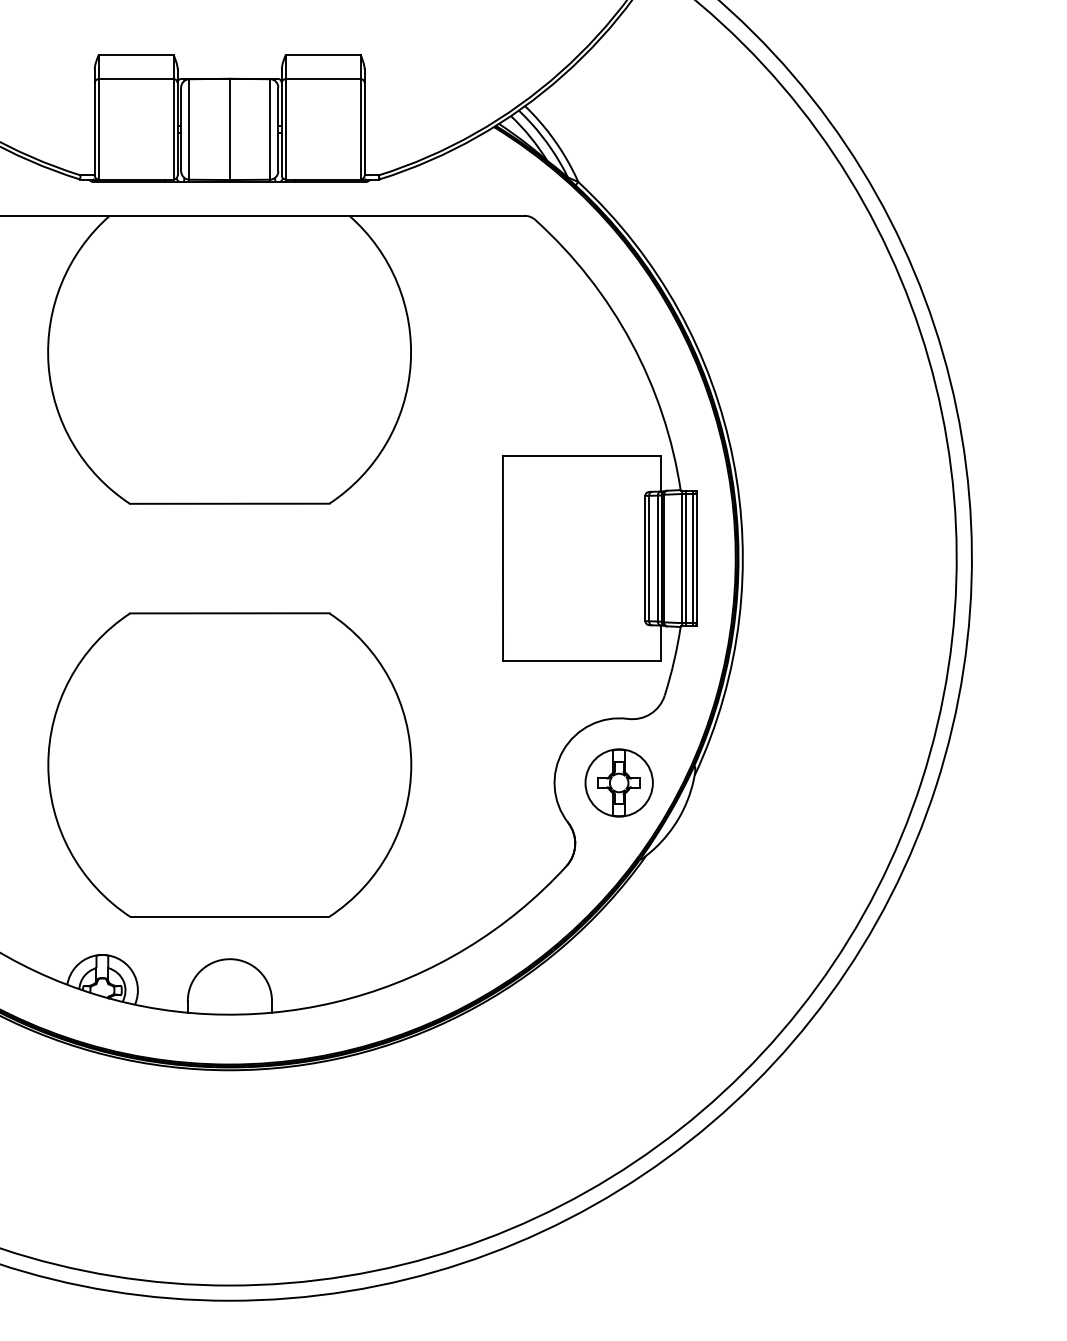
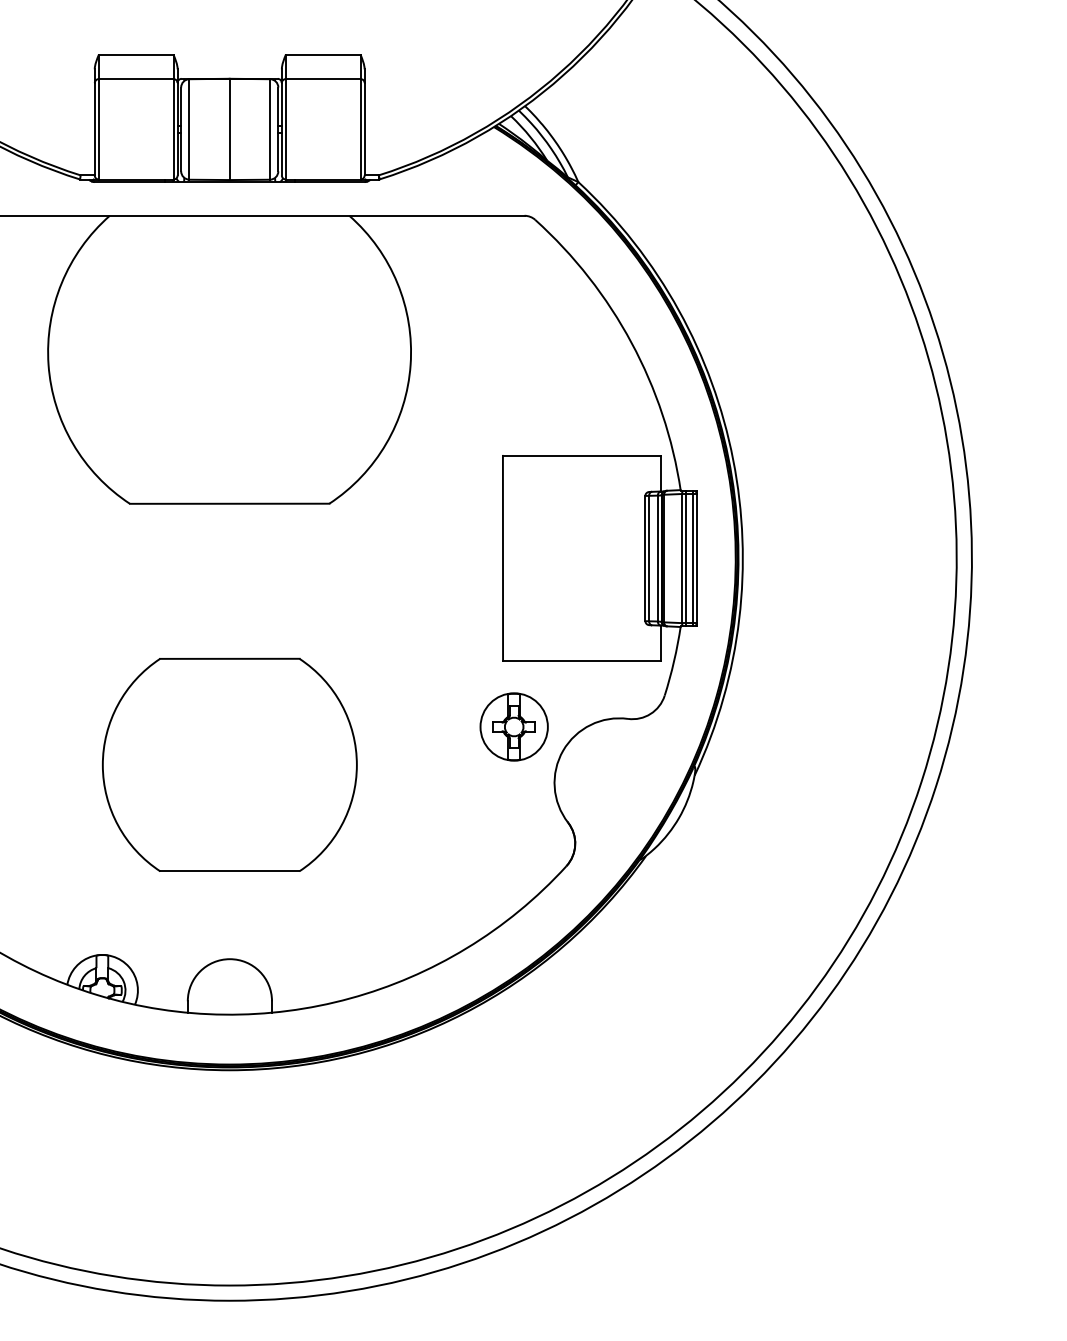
part at (229, 764) size: 366x306 px -> 257x215 px
part at (618, 782) position: (618, 782) -> (513, 726)
